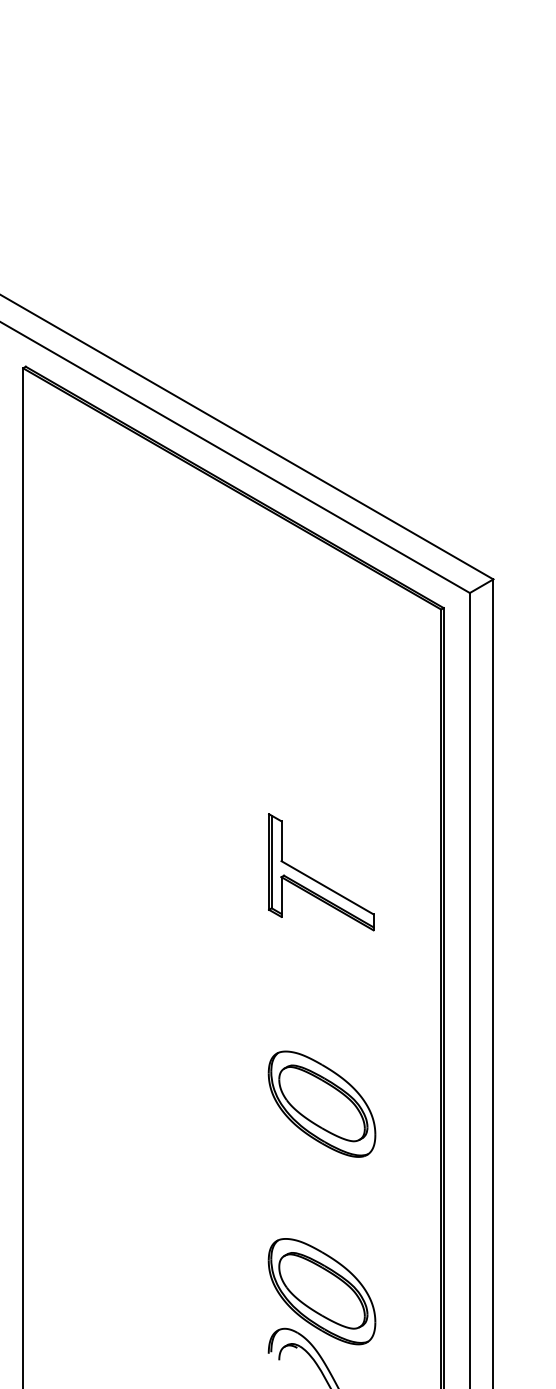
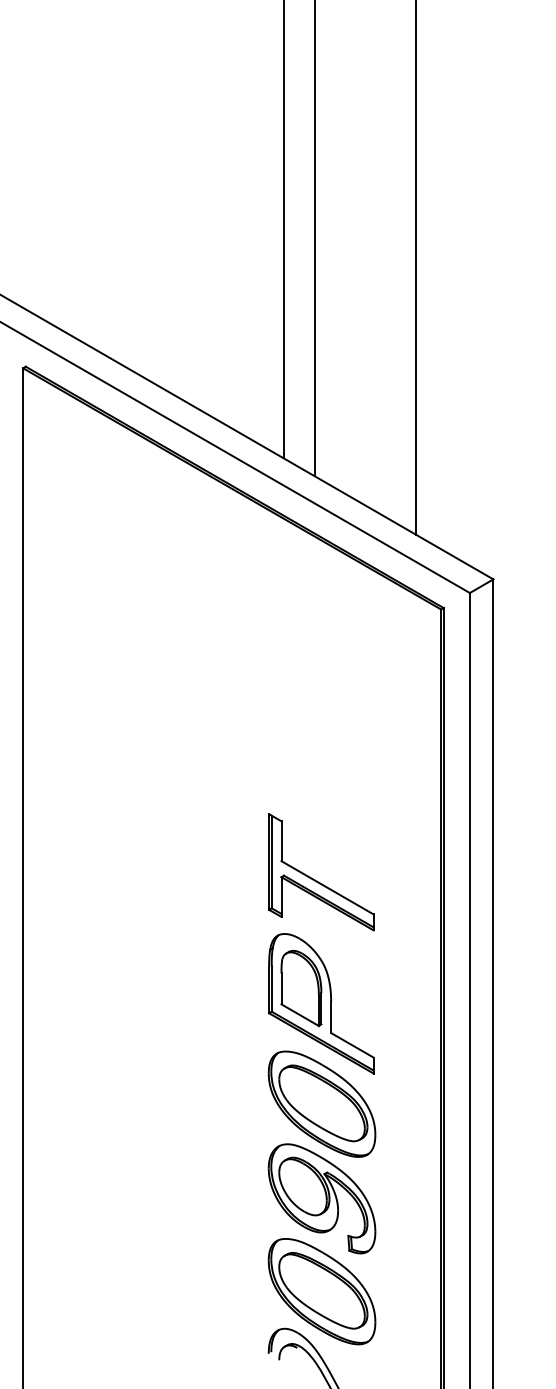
line at (283, 230): none -> present
line at (314, 239): none -> present
line at (415, 268): none -> present
part at (321, 1003): none -> present
part at (321, 1198): none -> present
